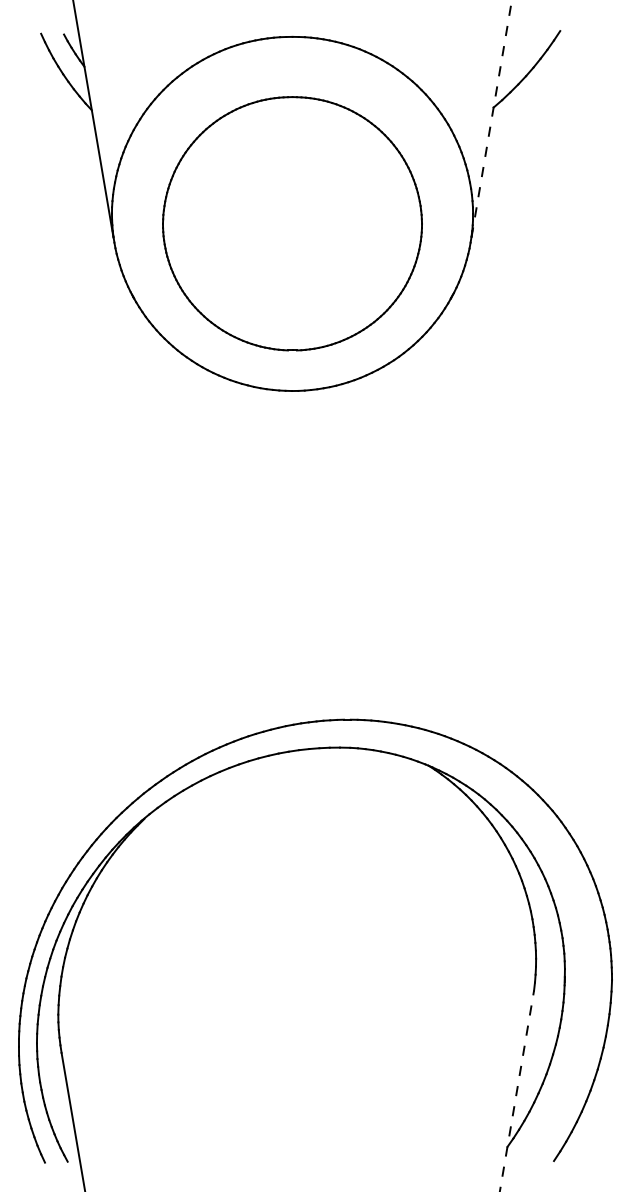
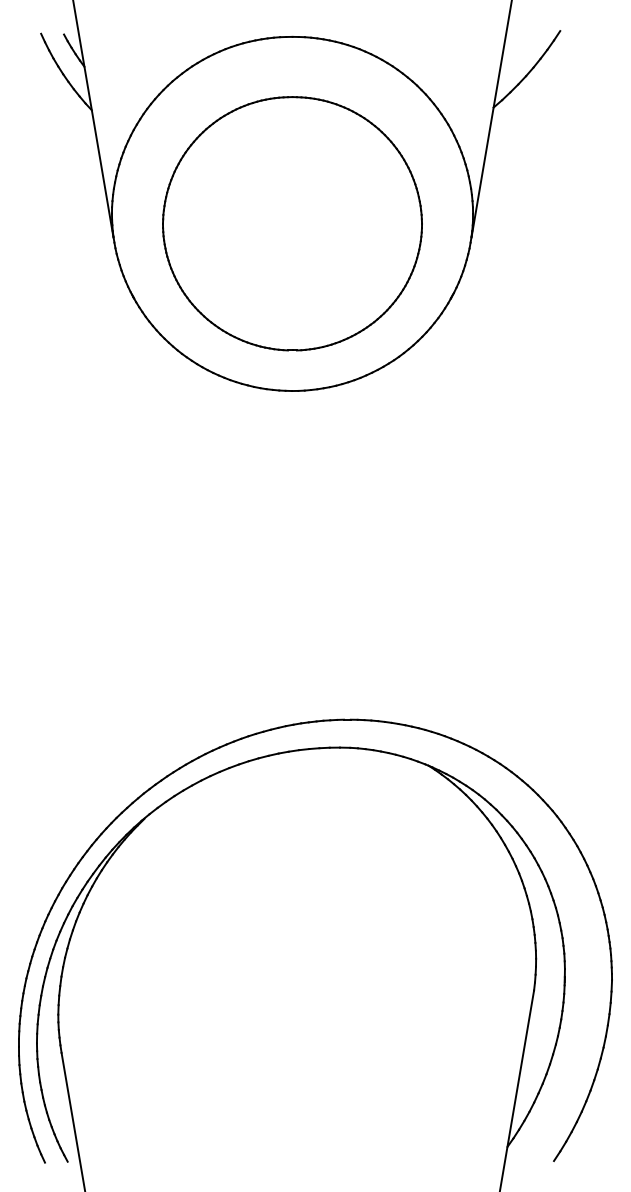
line at (491, 118): dashed -> solid
line at (516, 1091): dashed -> solid
